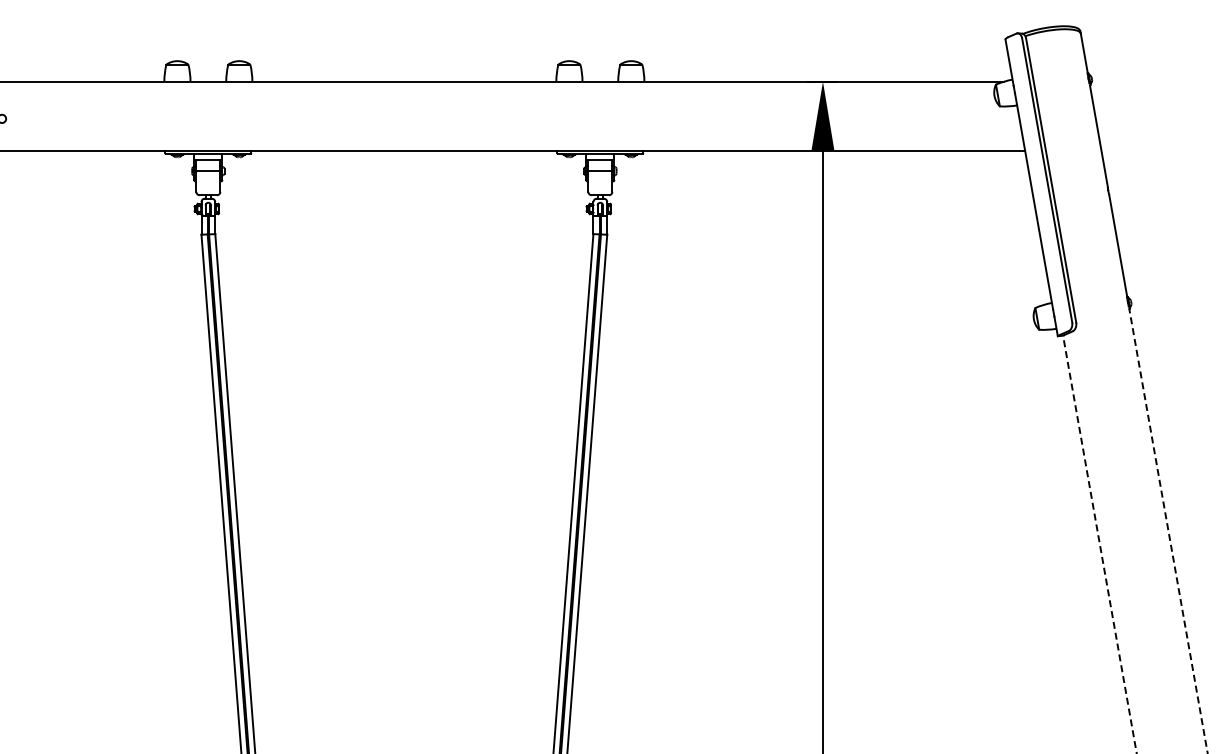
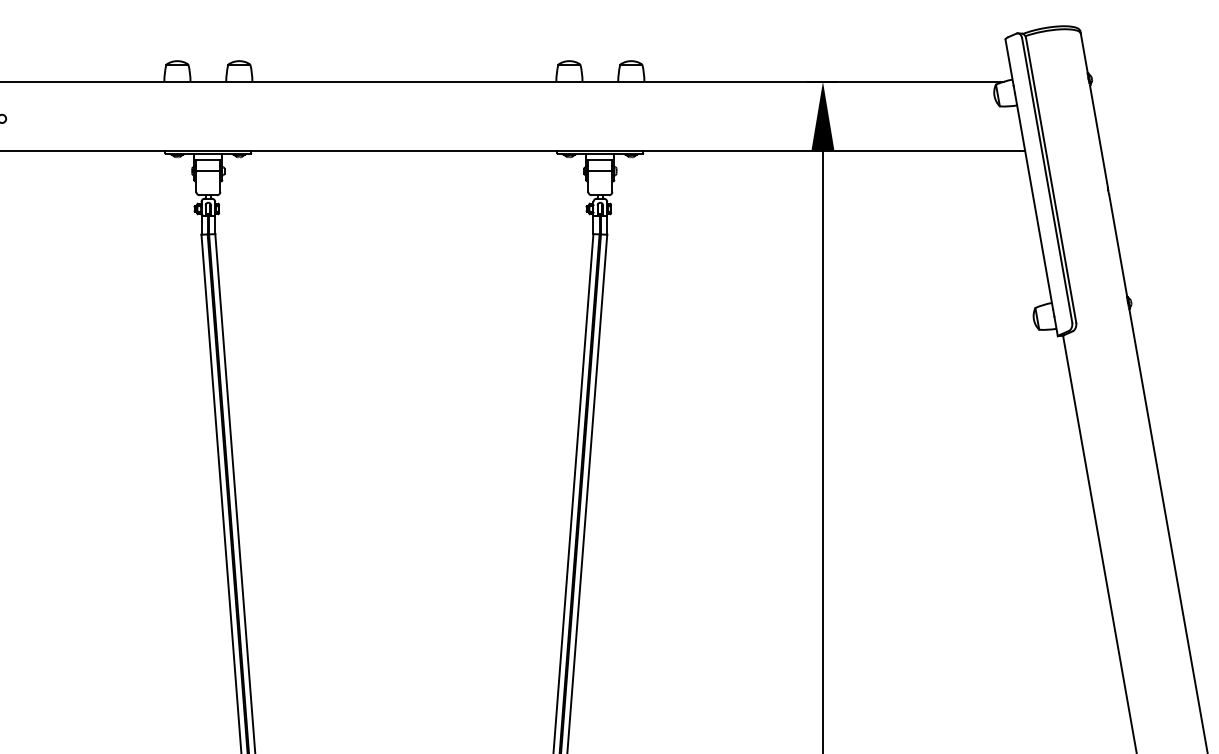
line at (1168, 531): dashed -> solid
line at (1099, 544): dashed -> solid
